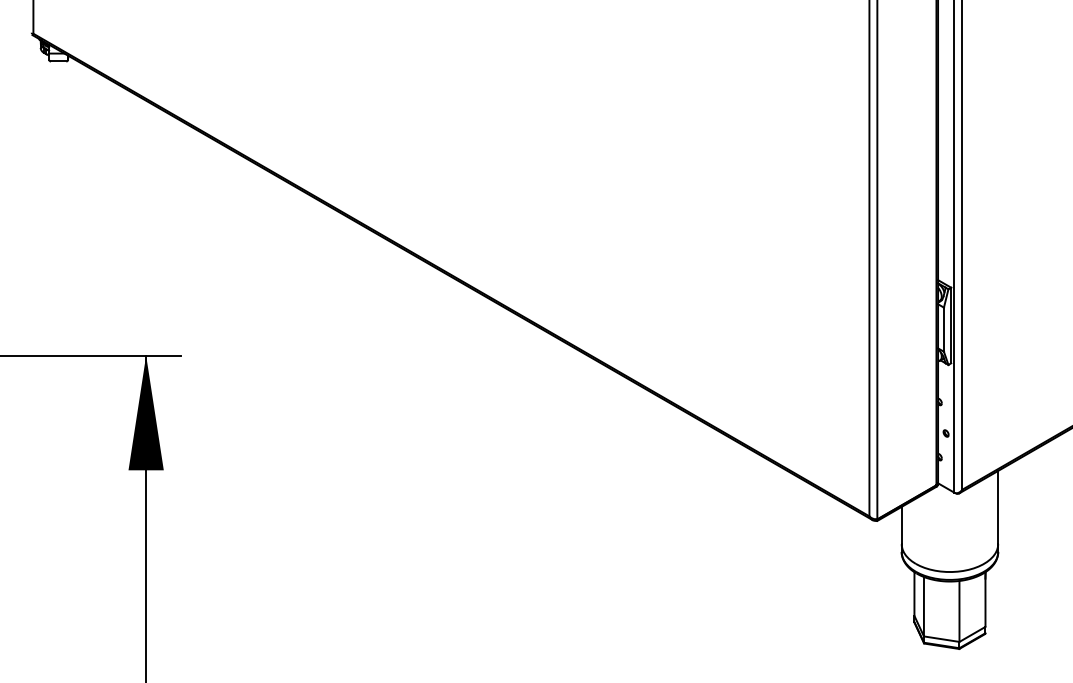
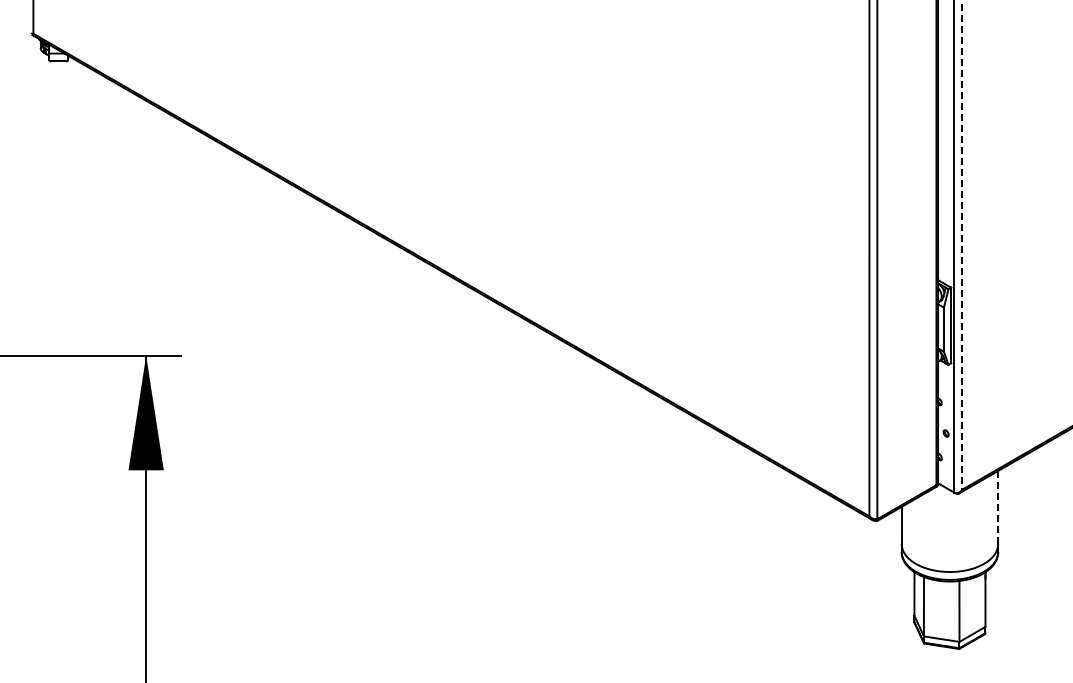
line at (962, 245): solid -> dashed
line at (998, 507): solid -> dashed
